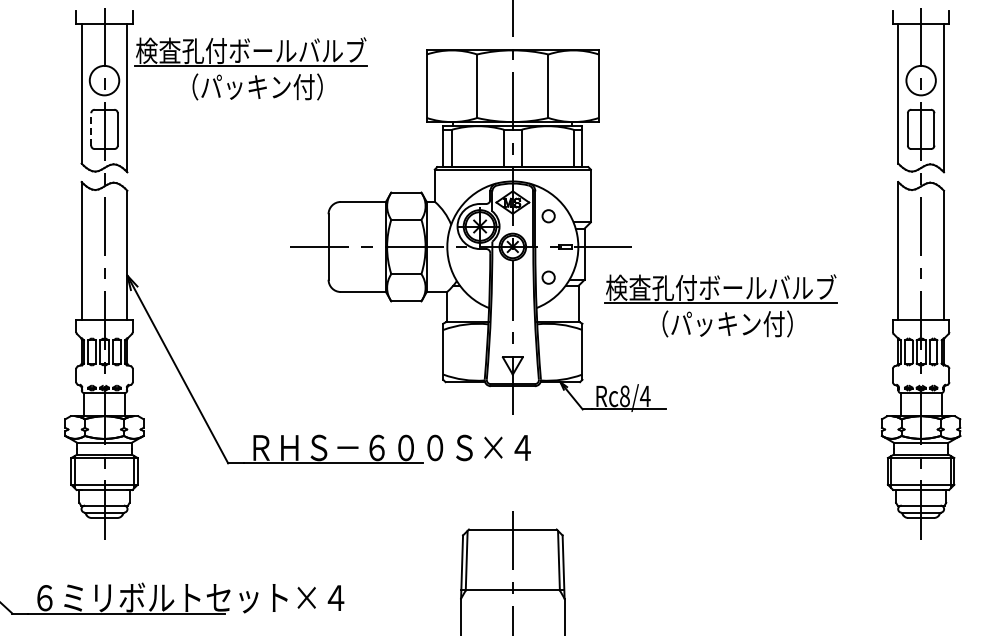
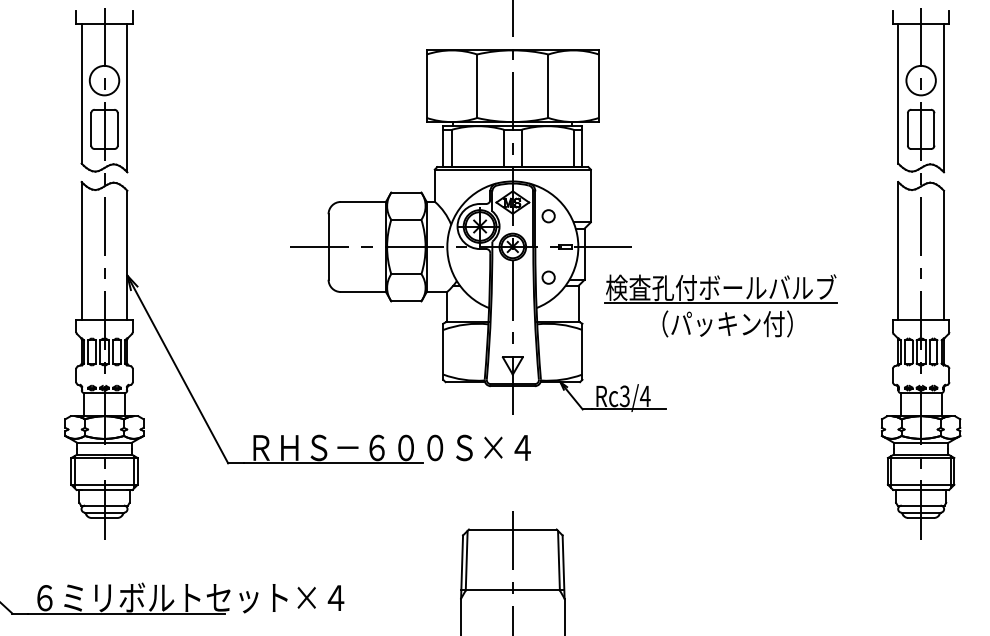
part at (250, 68): present -> none
line at (91, 128): dashed -> solid
text at (624, 396): Rc8/4 -> Rc3/4
